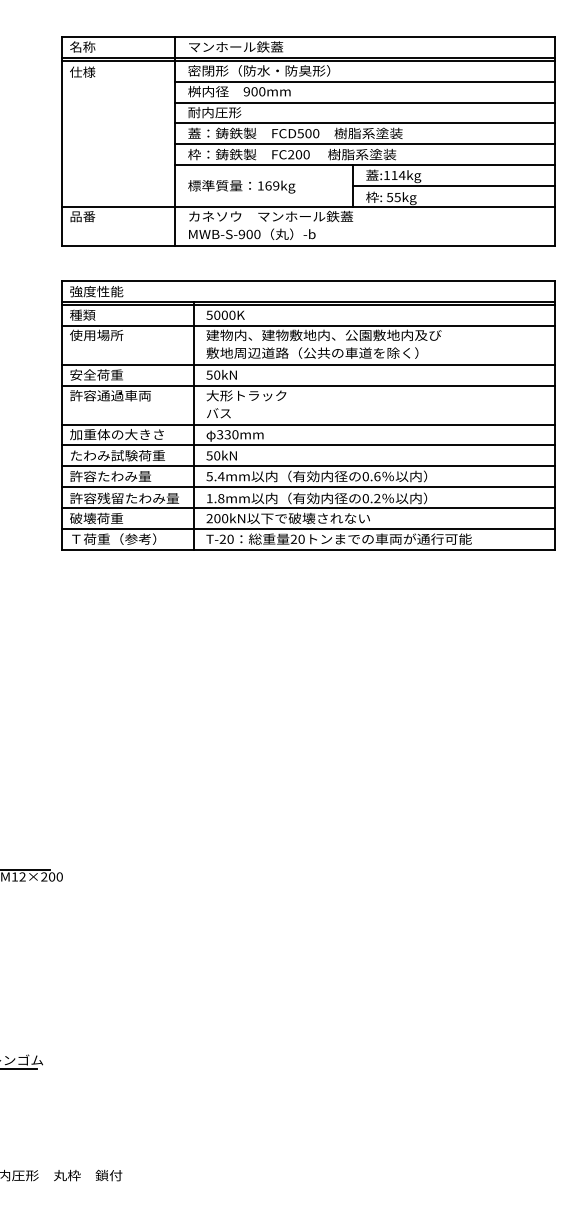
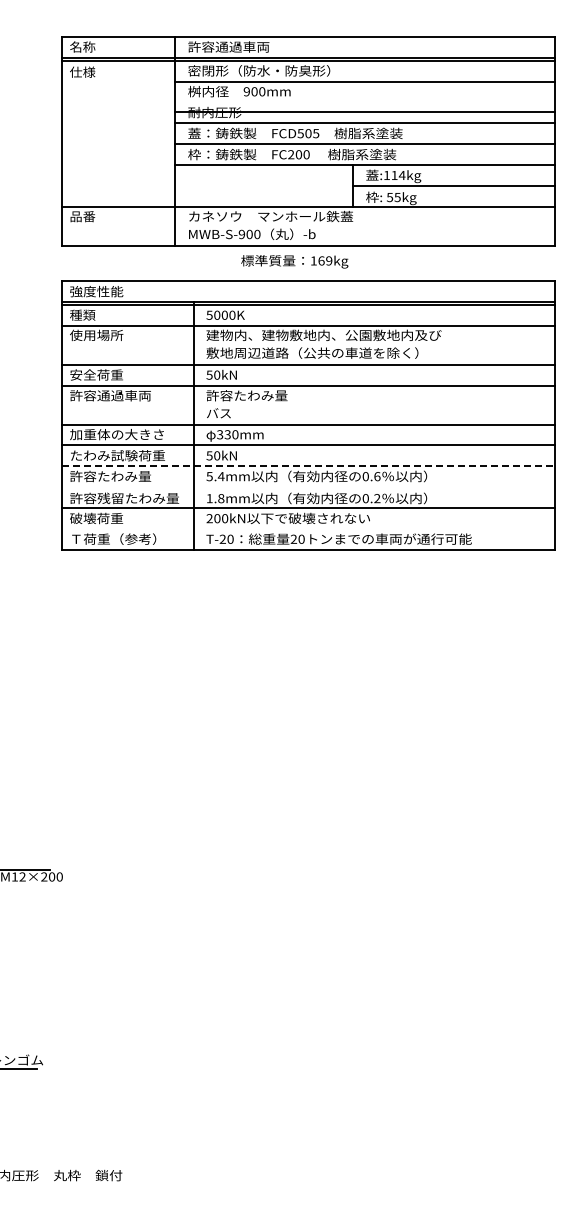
text at (235, 46): マンホール鉄蓋 -> 許容通過車両
line at (364, 102) position: (364, 102) -> (364, 111)
text at (316, 133): FCD500 -> FCD505
text at (241, 186) position: (241, 186) -> (294, 261)
text at (246, 395): 大形トラック -> 許容たわみ量
line at (308, 466): solid -> dashed
line at (307, 487): present -> none
line at (307, 529): present -> none
